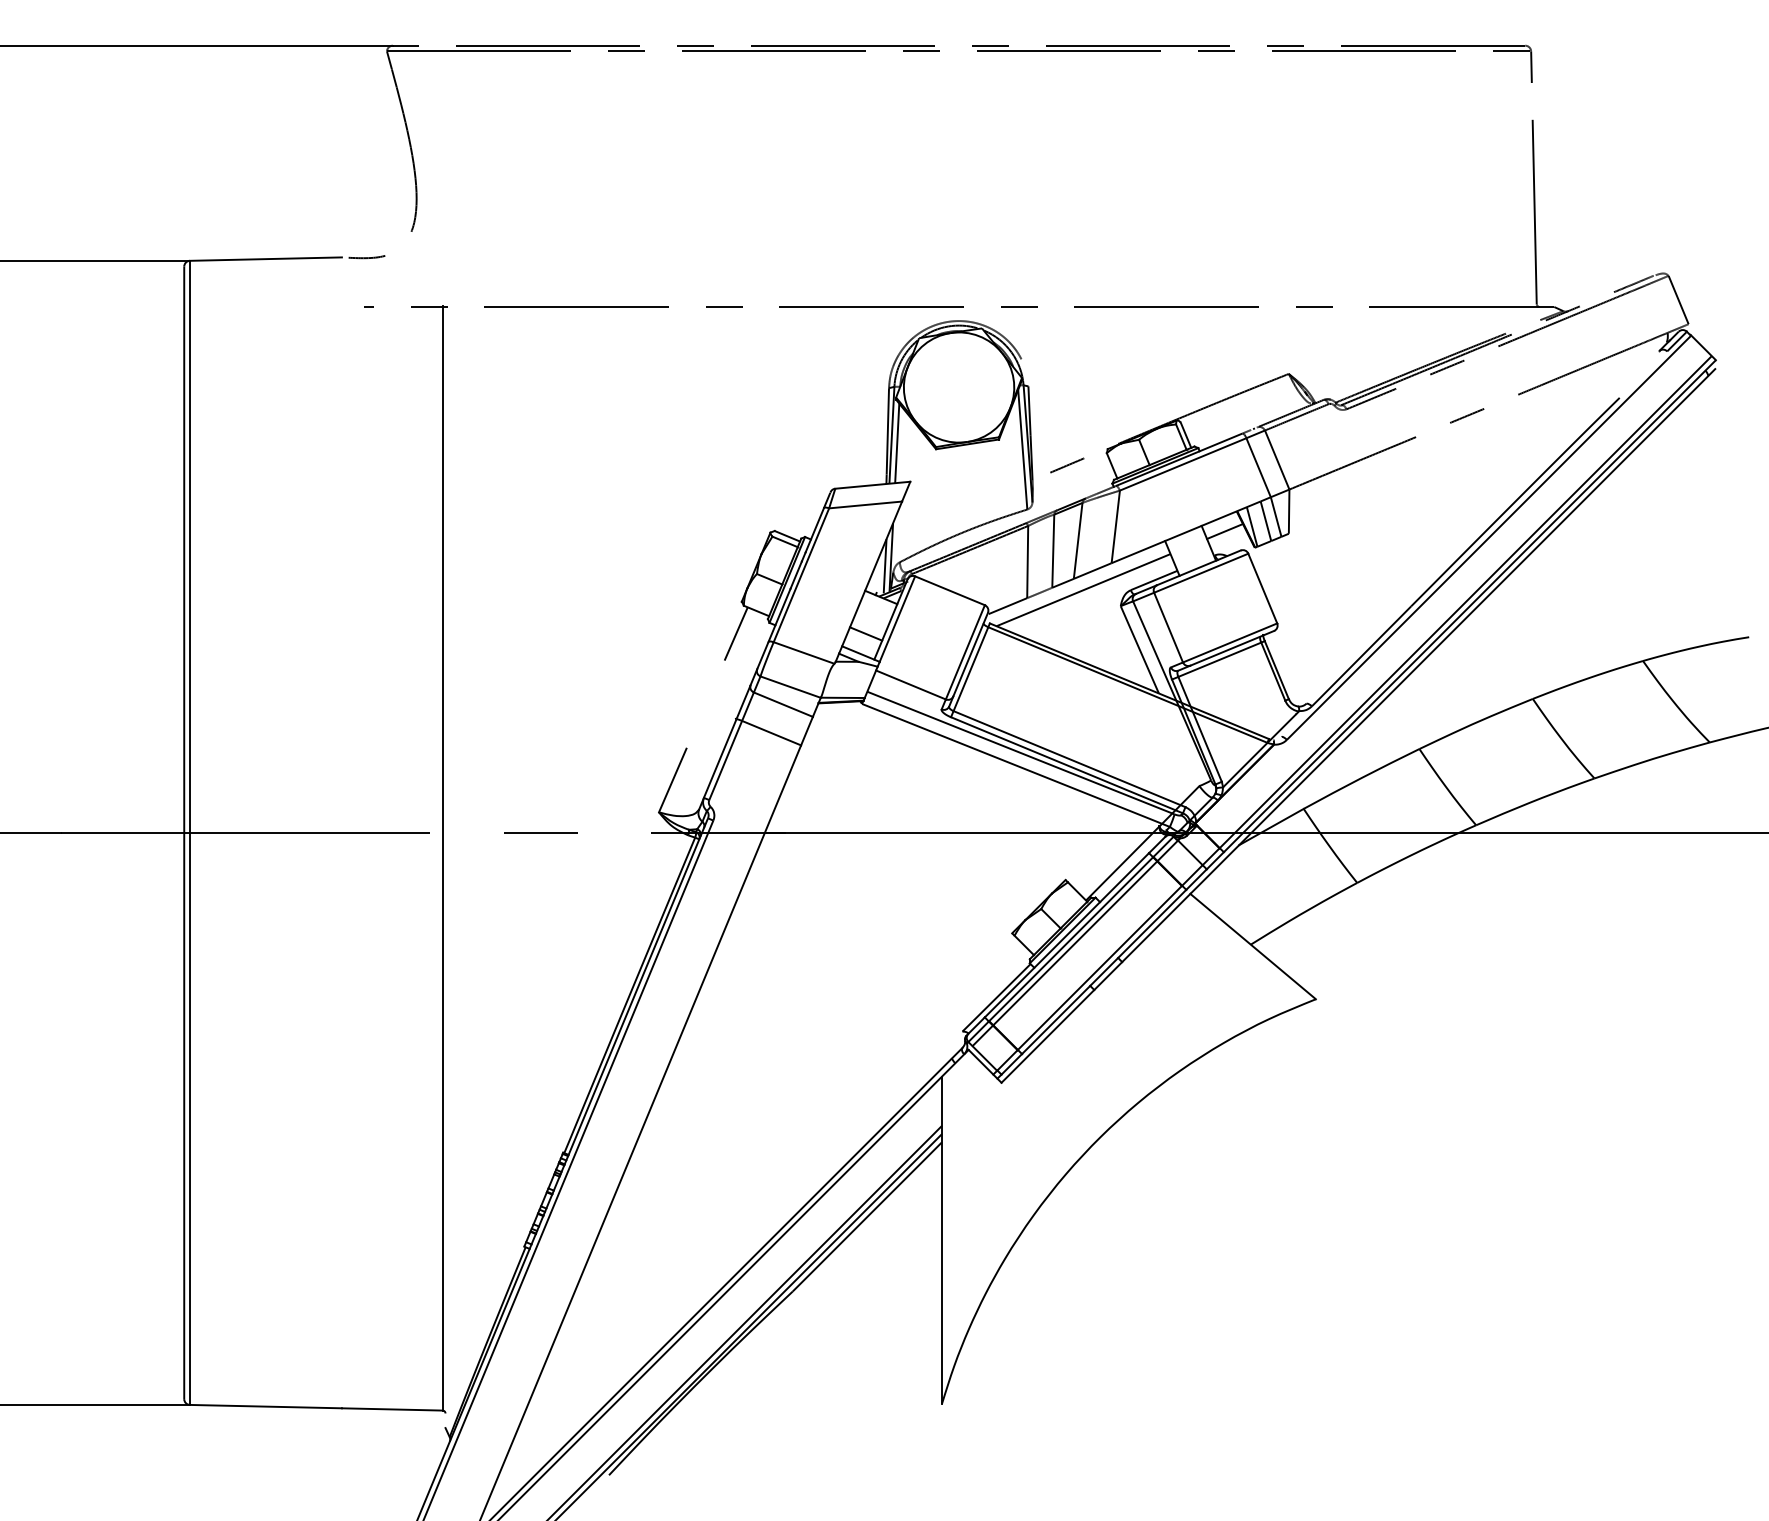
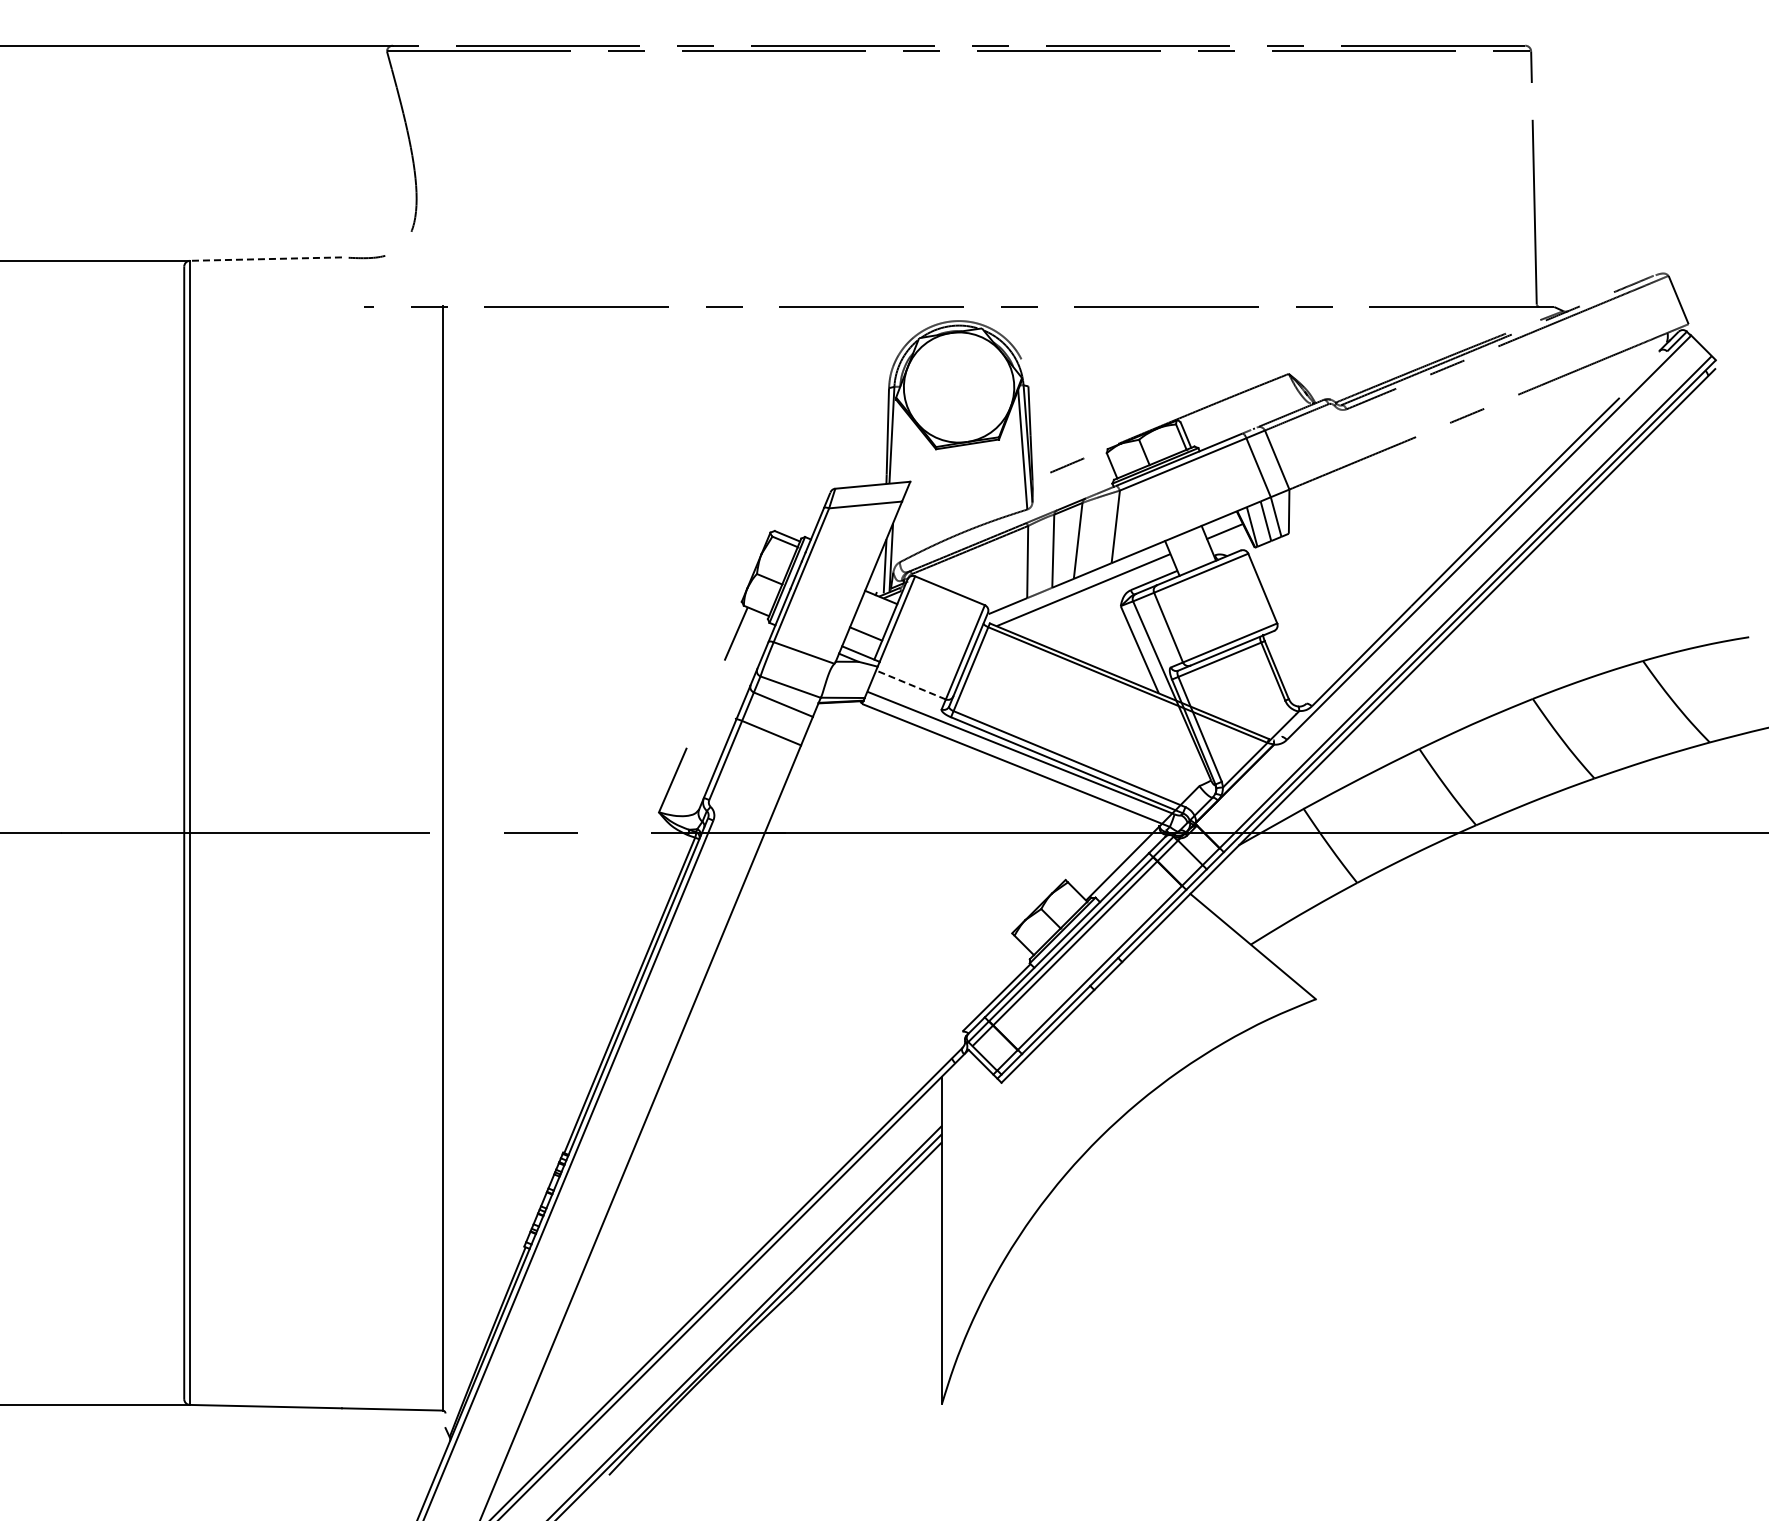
line at (265, 259): solid -> dashed
line at (897, 443): present -> none
line at (911, 685): solid -> dashed
